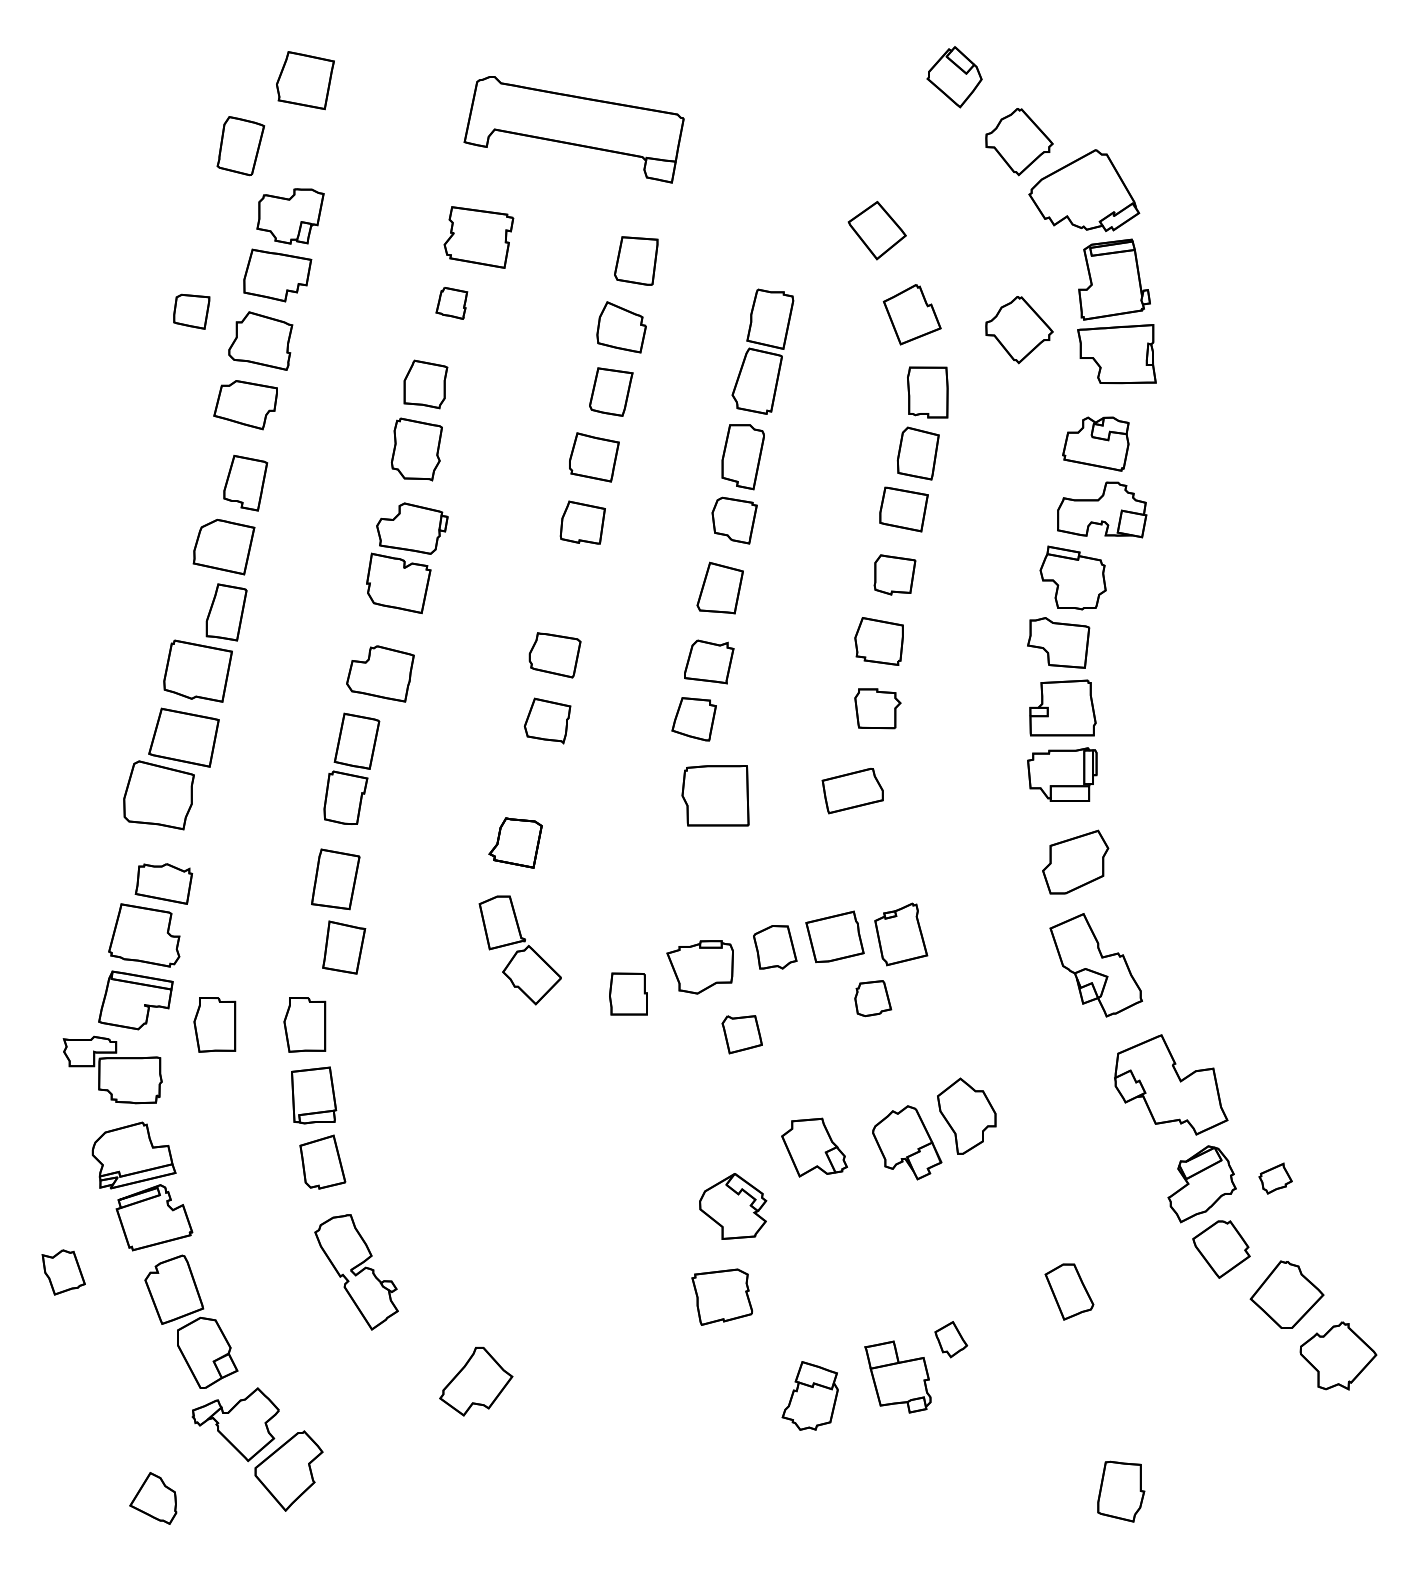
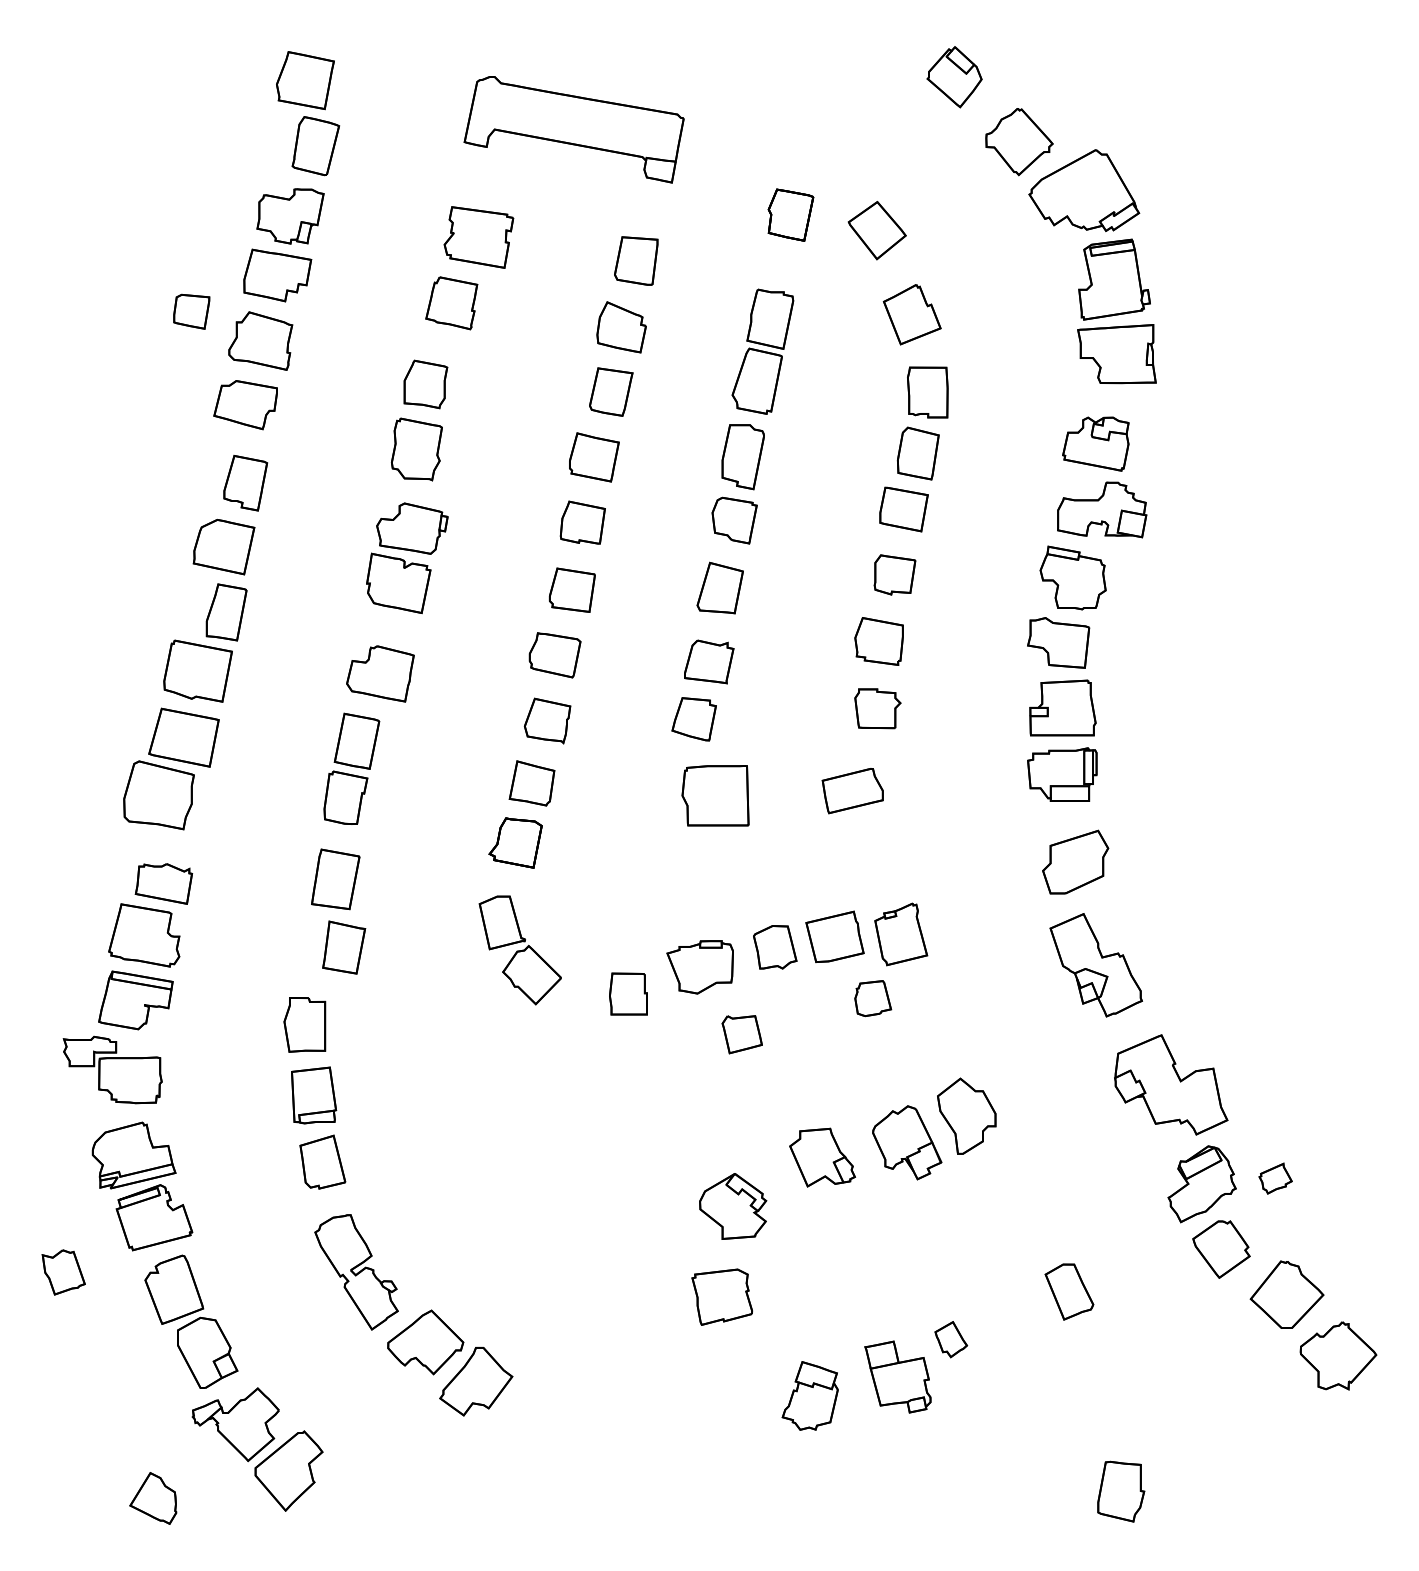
part at (240, 146) position: (240, 146) -> (315, 146)
part at (790, 214): none -> present
part at (451, 303) size: 34x33 px -> 54x55 px
part at (1019, 330): present -> none
part at (572, 589): none -> present
part at (531, 783): none -> present
part at (214, 1024): present -> none
part at (814, 1147) position: (814, 1147) -> (822, 1157)
part at (425, 1342): none -> present
